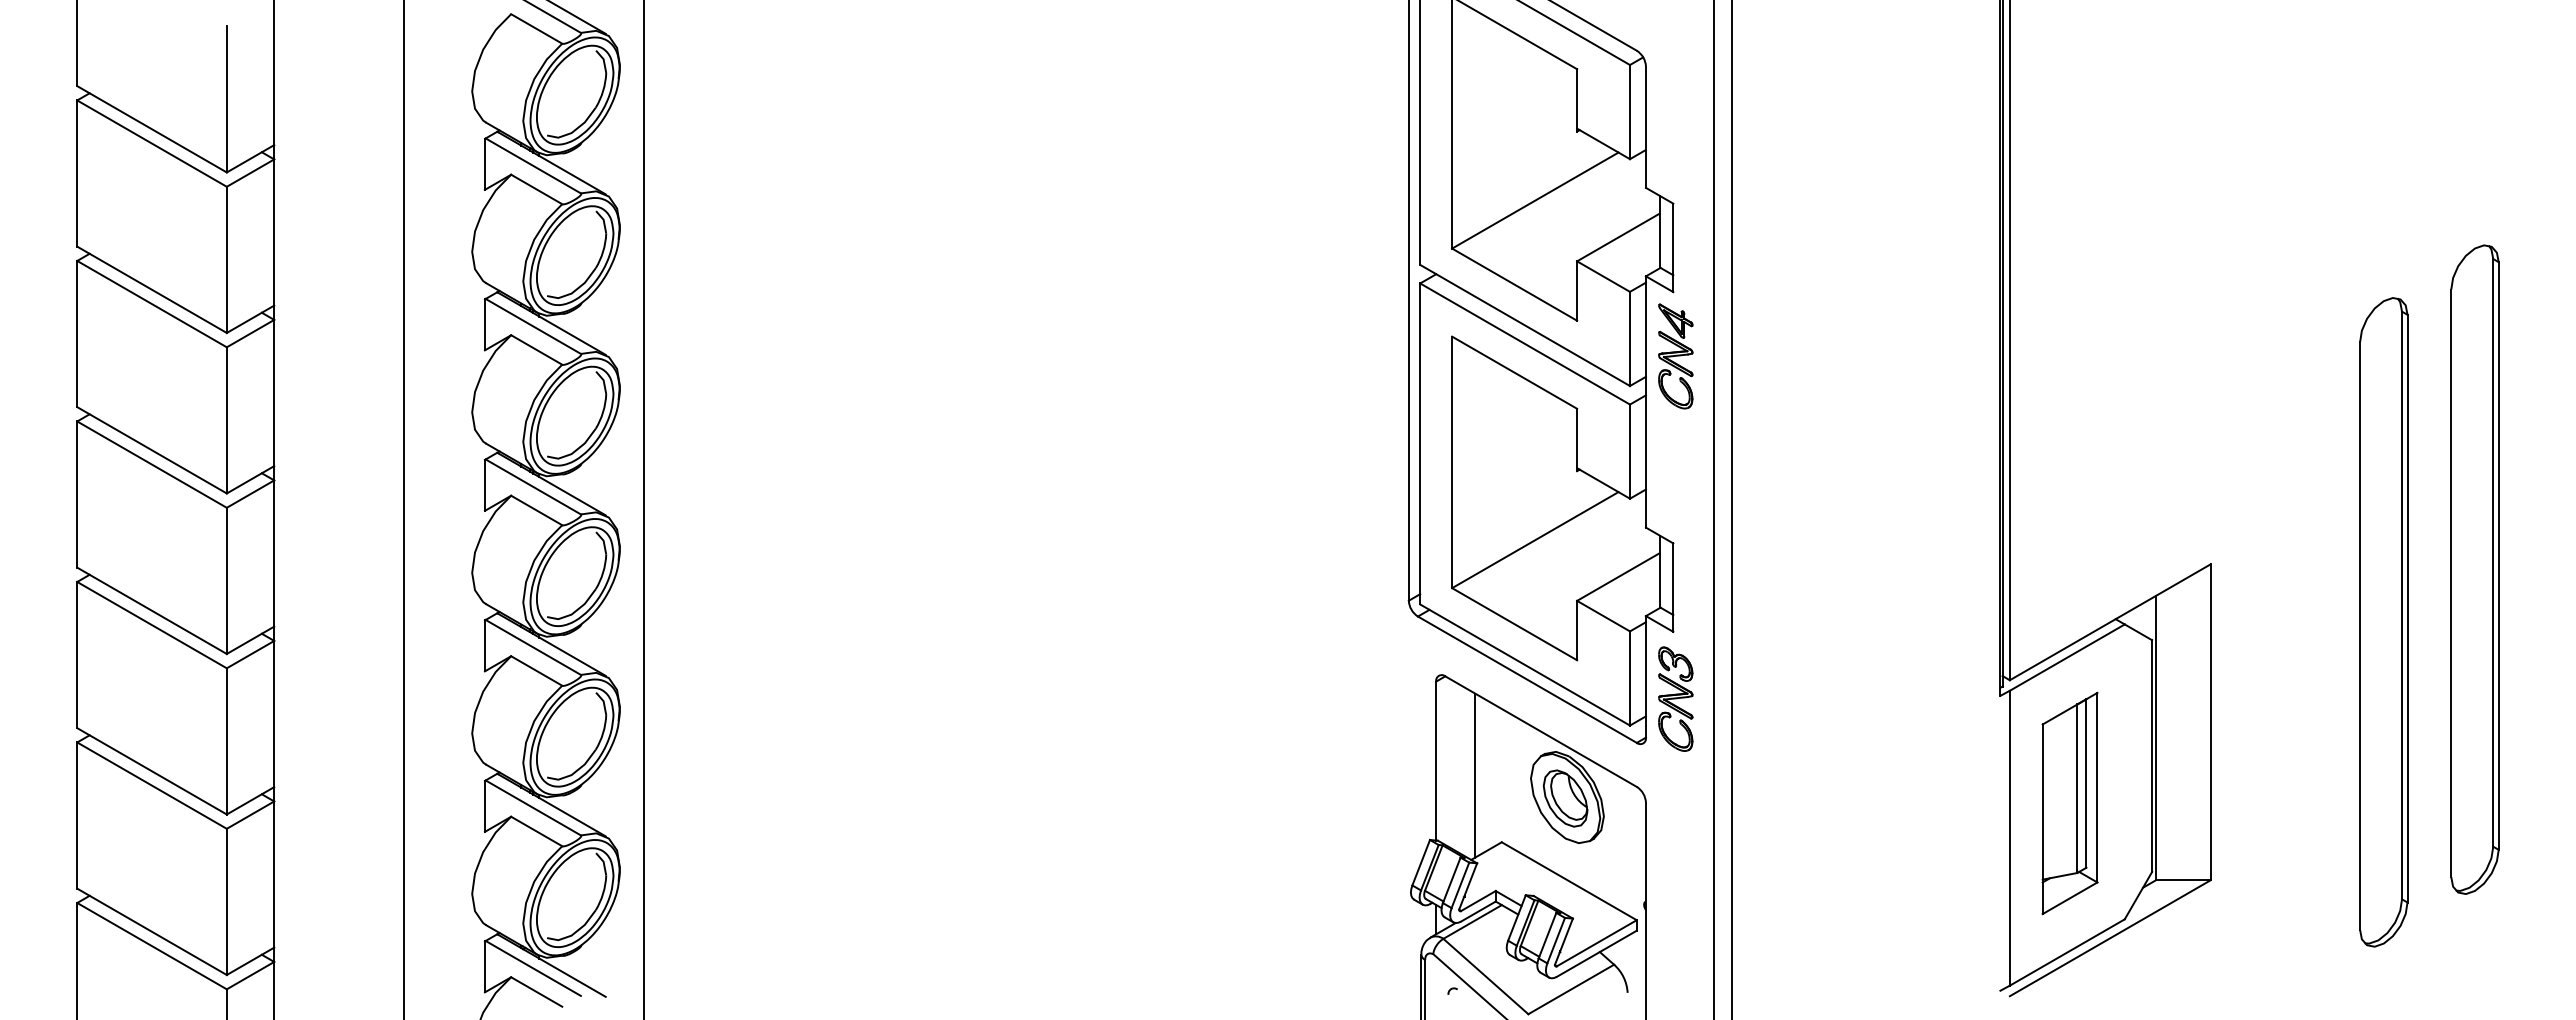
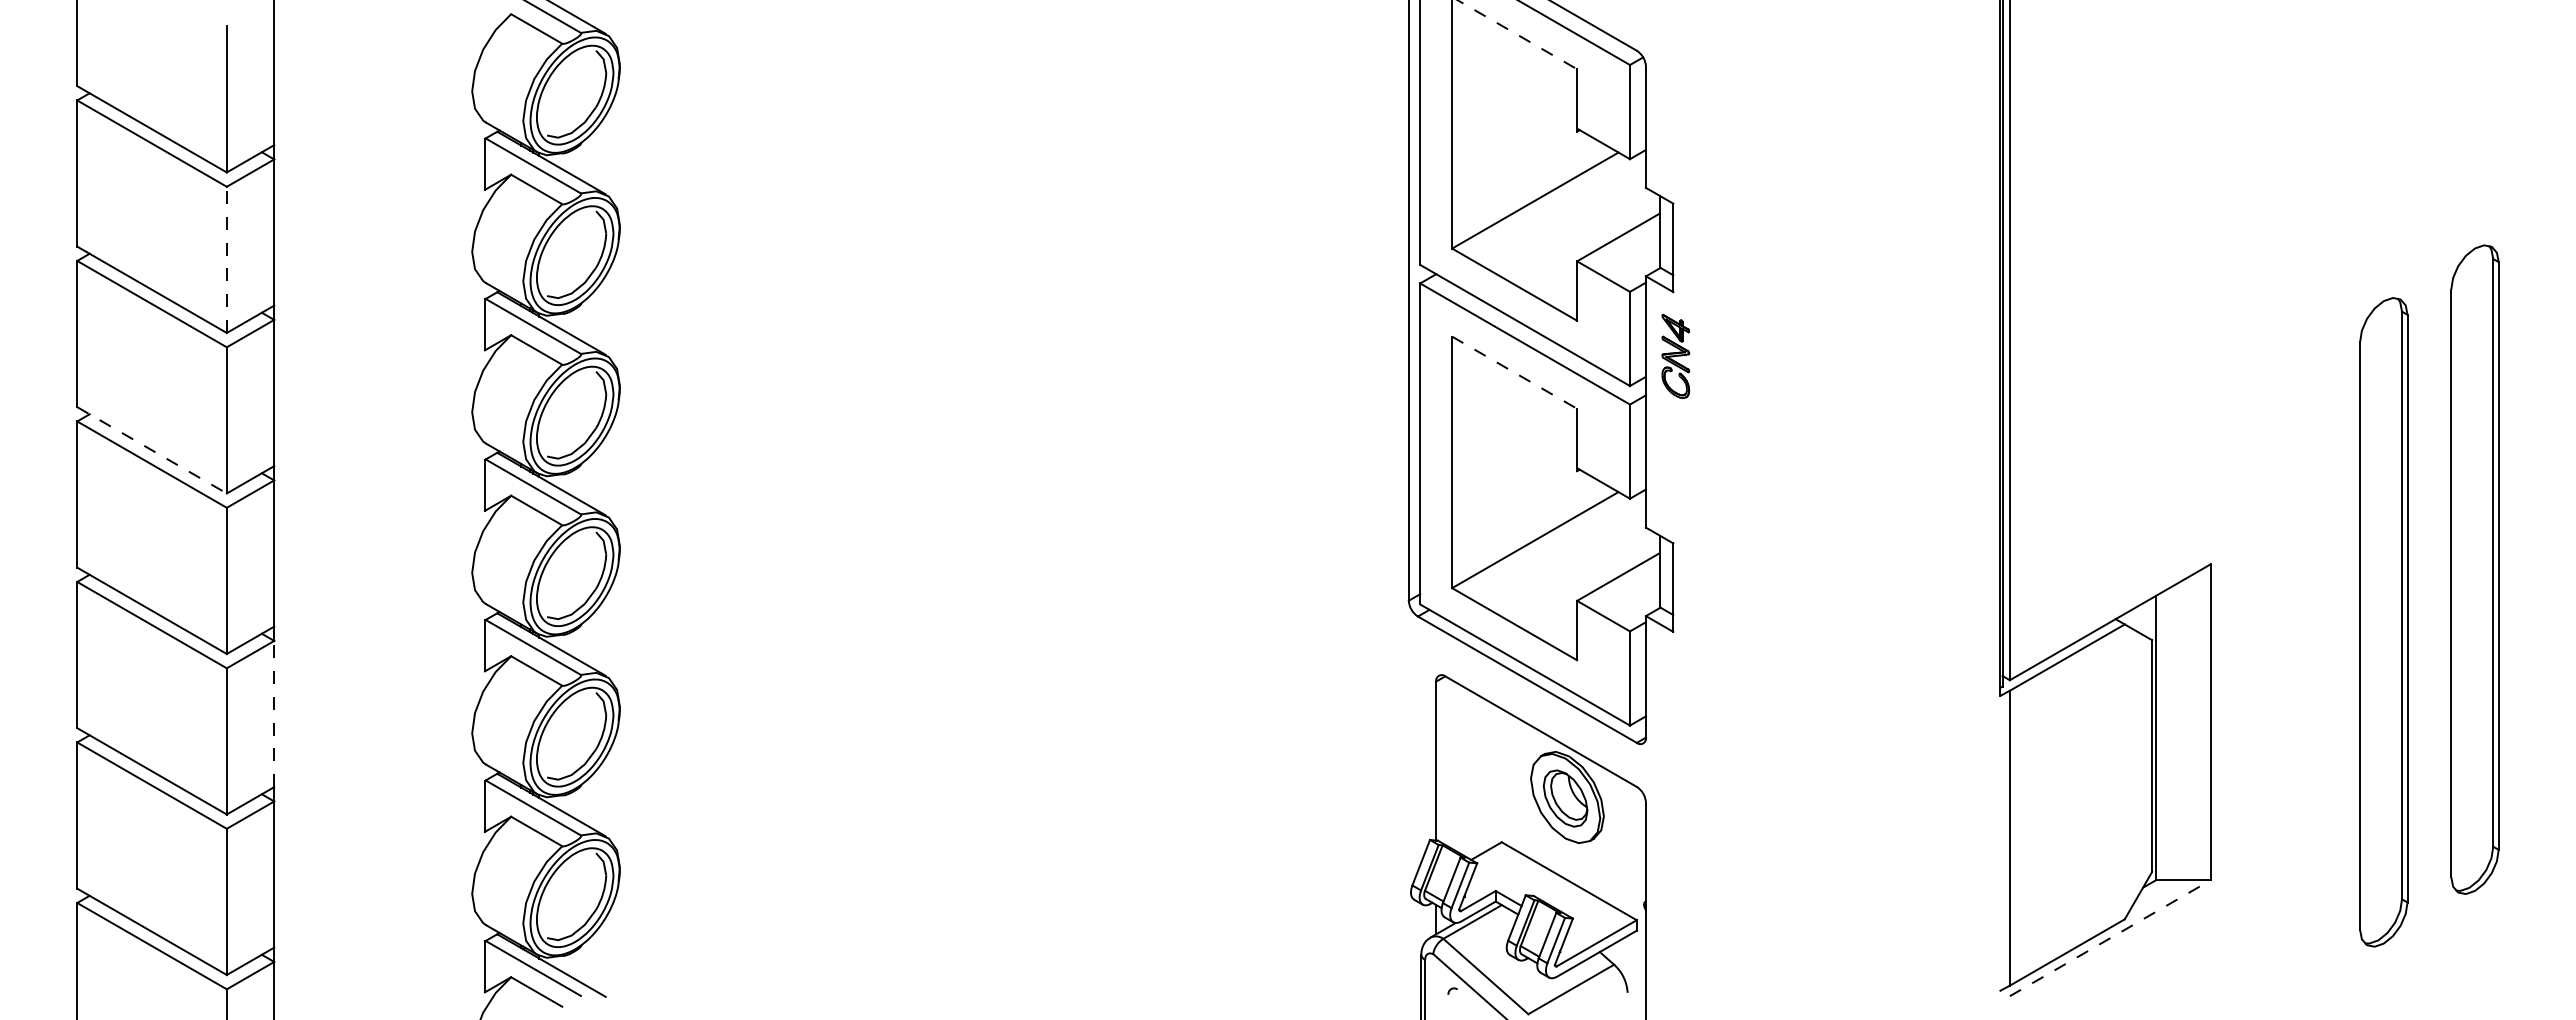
line at (1517, 34): solid -> dashed
line at (226, 259): solid -> dashed
part at (1675, 356) size: 36x107 px -> 30x85 px
line at (1515, 372): solid -> dashed
line at (152, 450): solid -> dashed
line at (404, 509): present -> none
line at (643, 509): present -> none
line at (1714, 509): present -> none
line at (1732, 509): present -> none
part at (1675, 698): present -> none
line at (274, 713): solid -> dashed
line at (1475, 775): present -> none
part at (2069, 803): present -> none
line at (2110, 938): solid -> dashed
